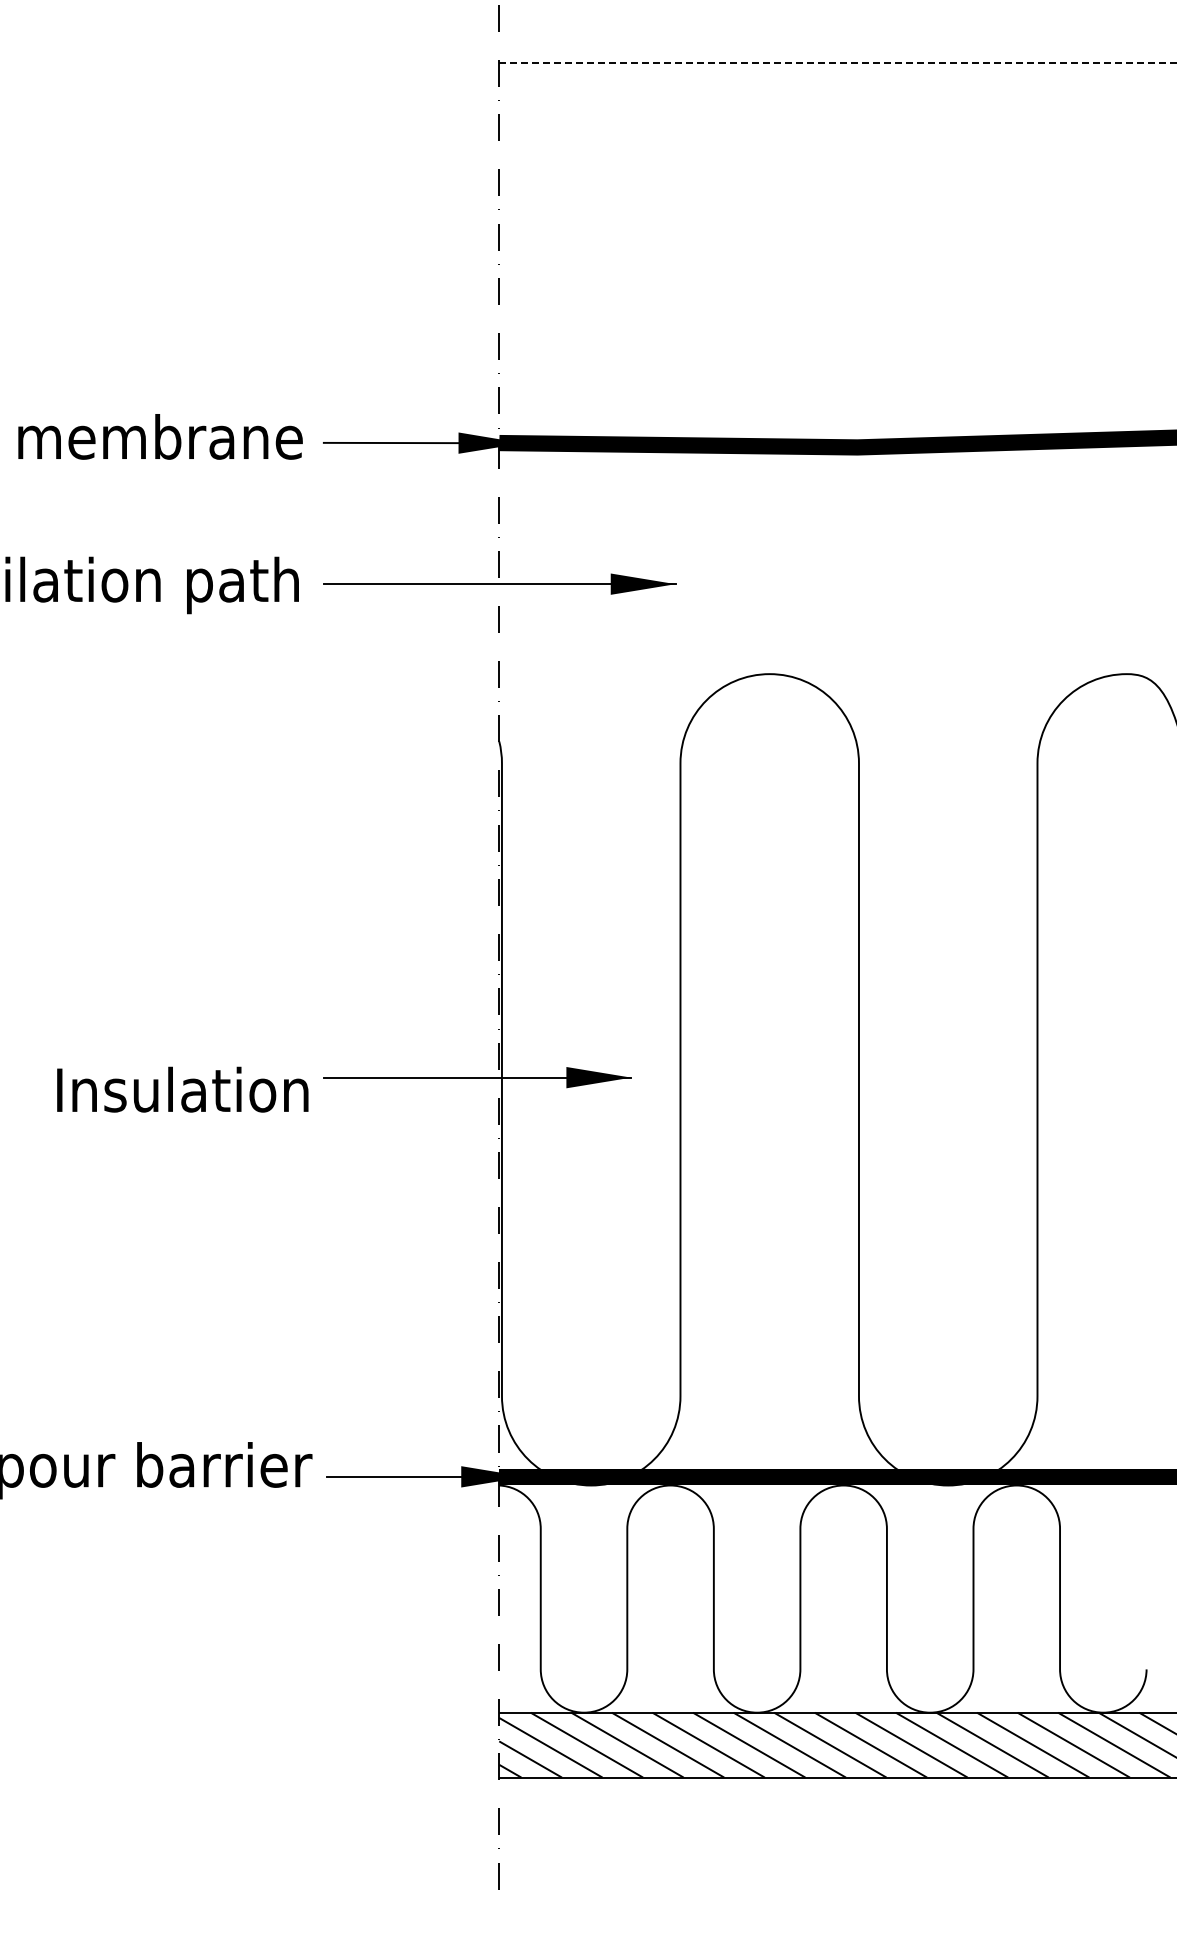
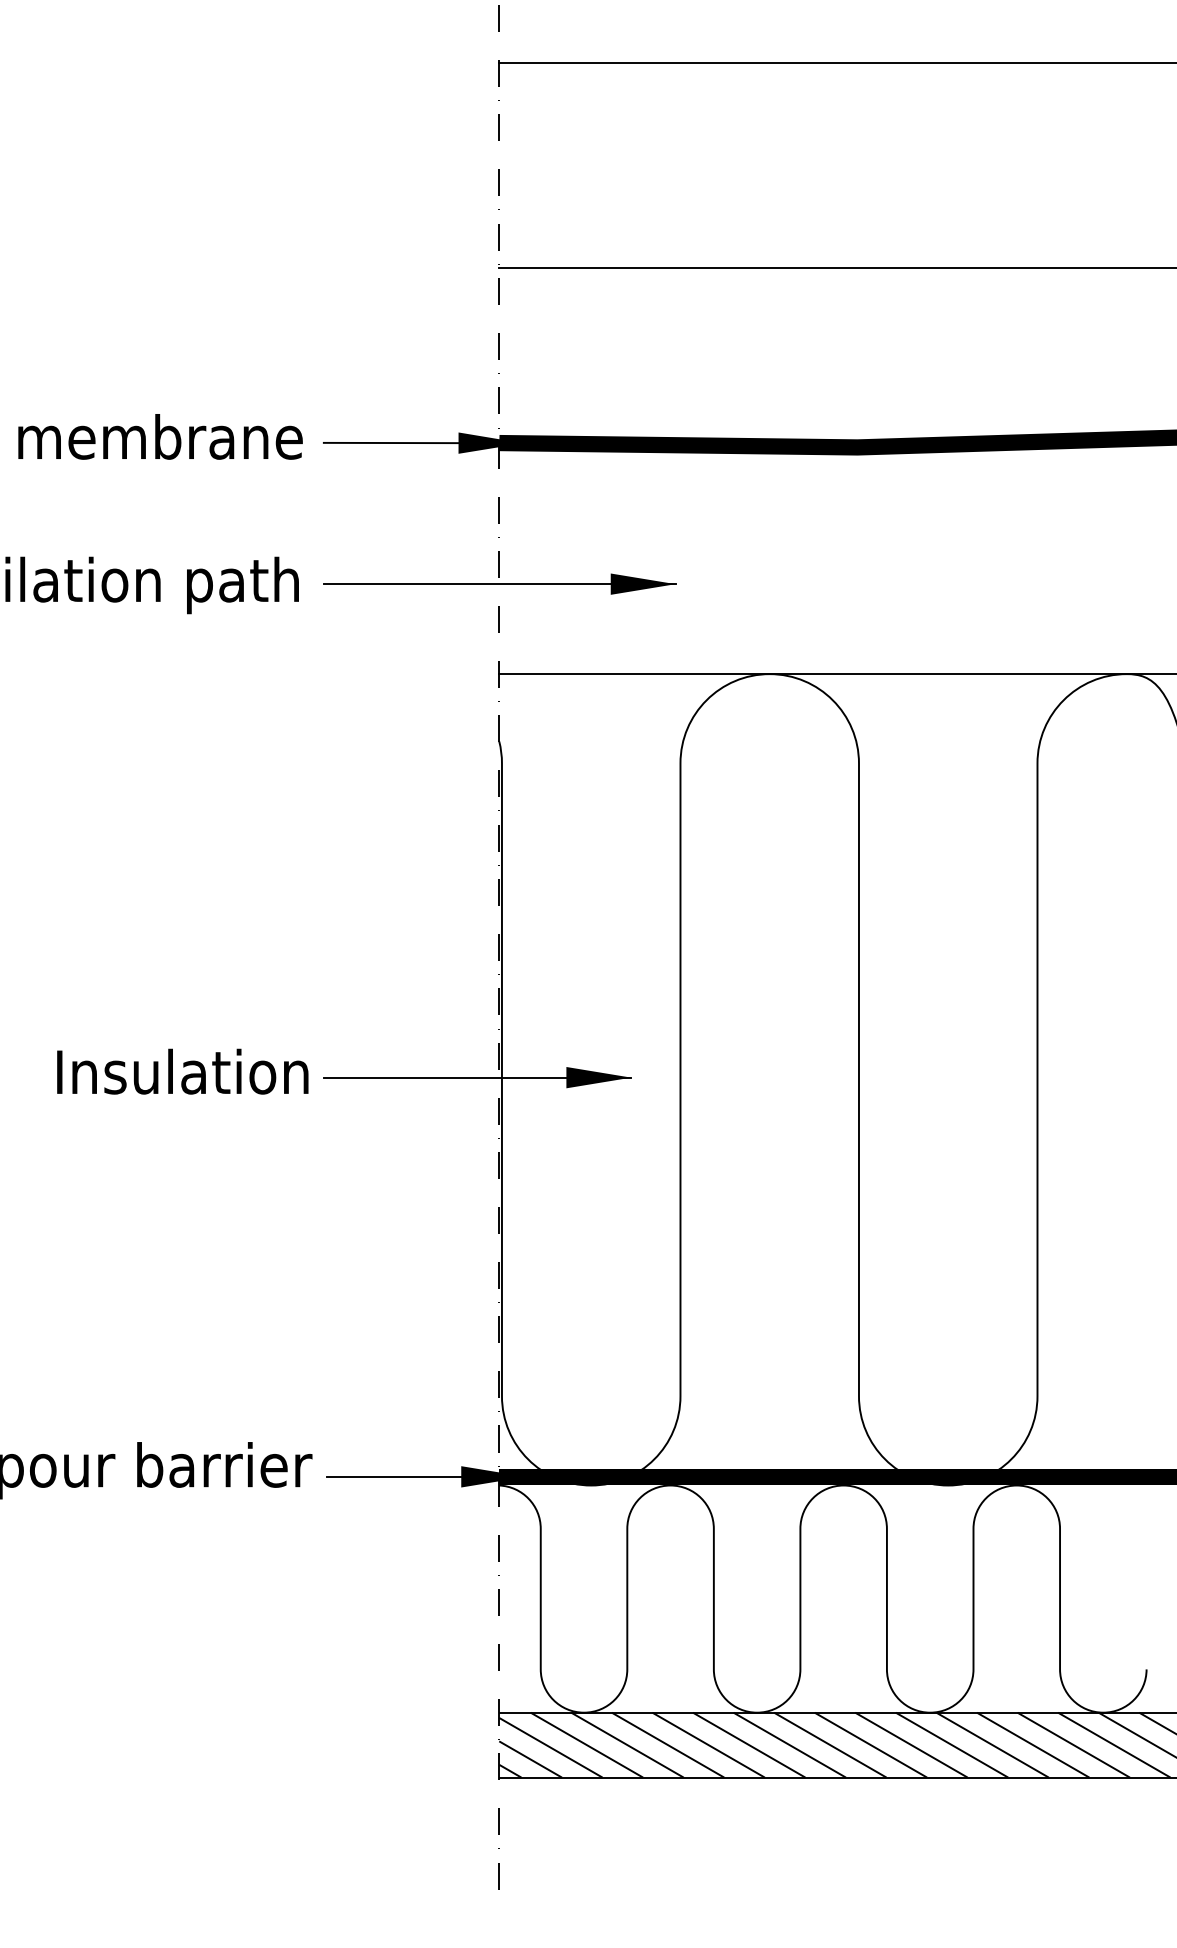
line at (837, 62): dashed -> solid
line at (836, 268): none -> present
line at (836, 674): none -> present
text at (182, 1089) position: (182, 1089) -> (182, 1071)
